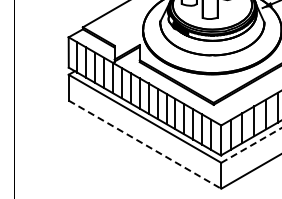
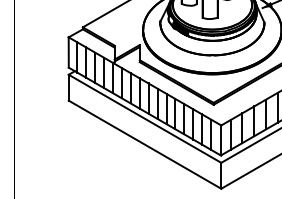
line at (145, 144): dashed -> solid
line at (251, 145): dashed -> solid
